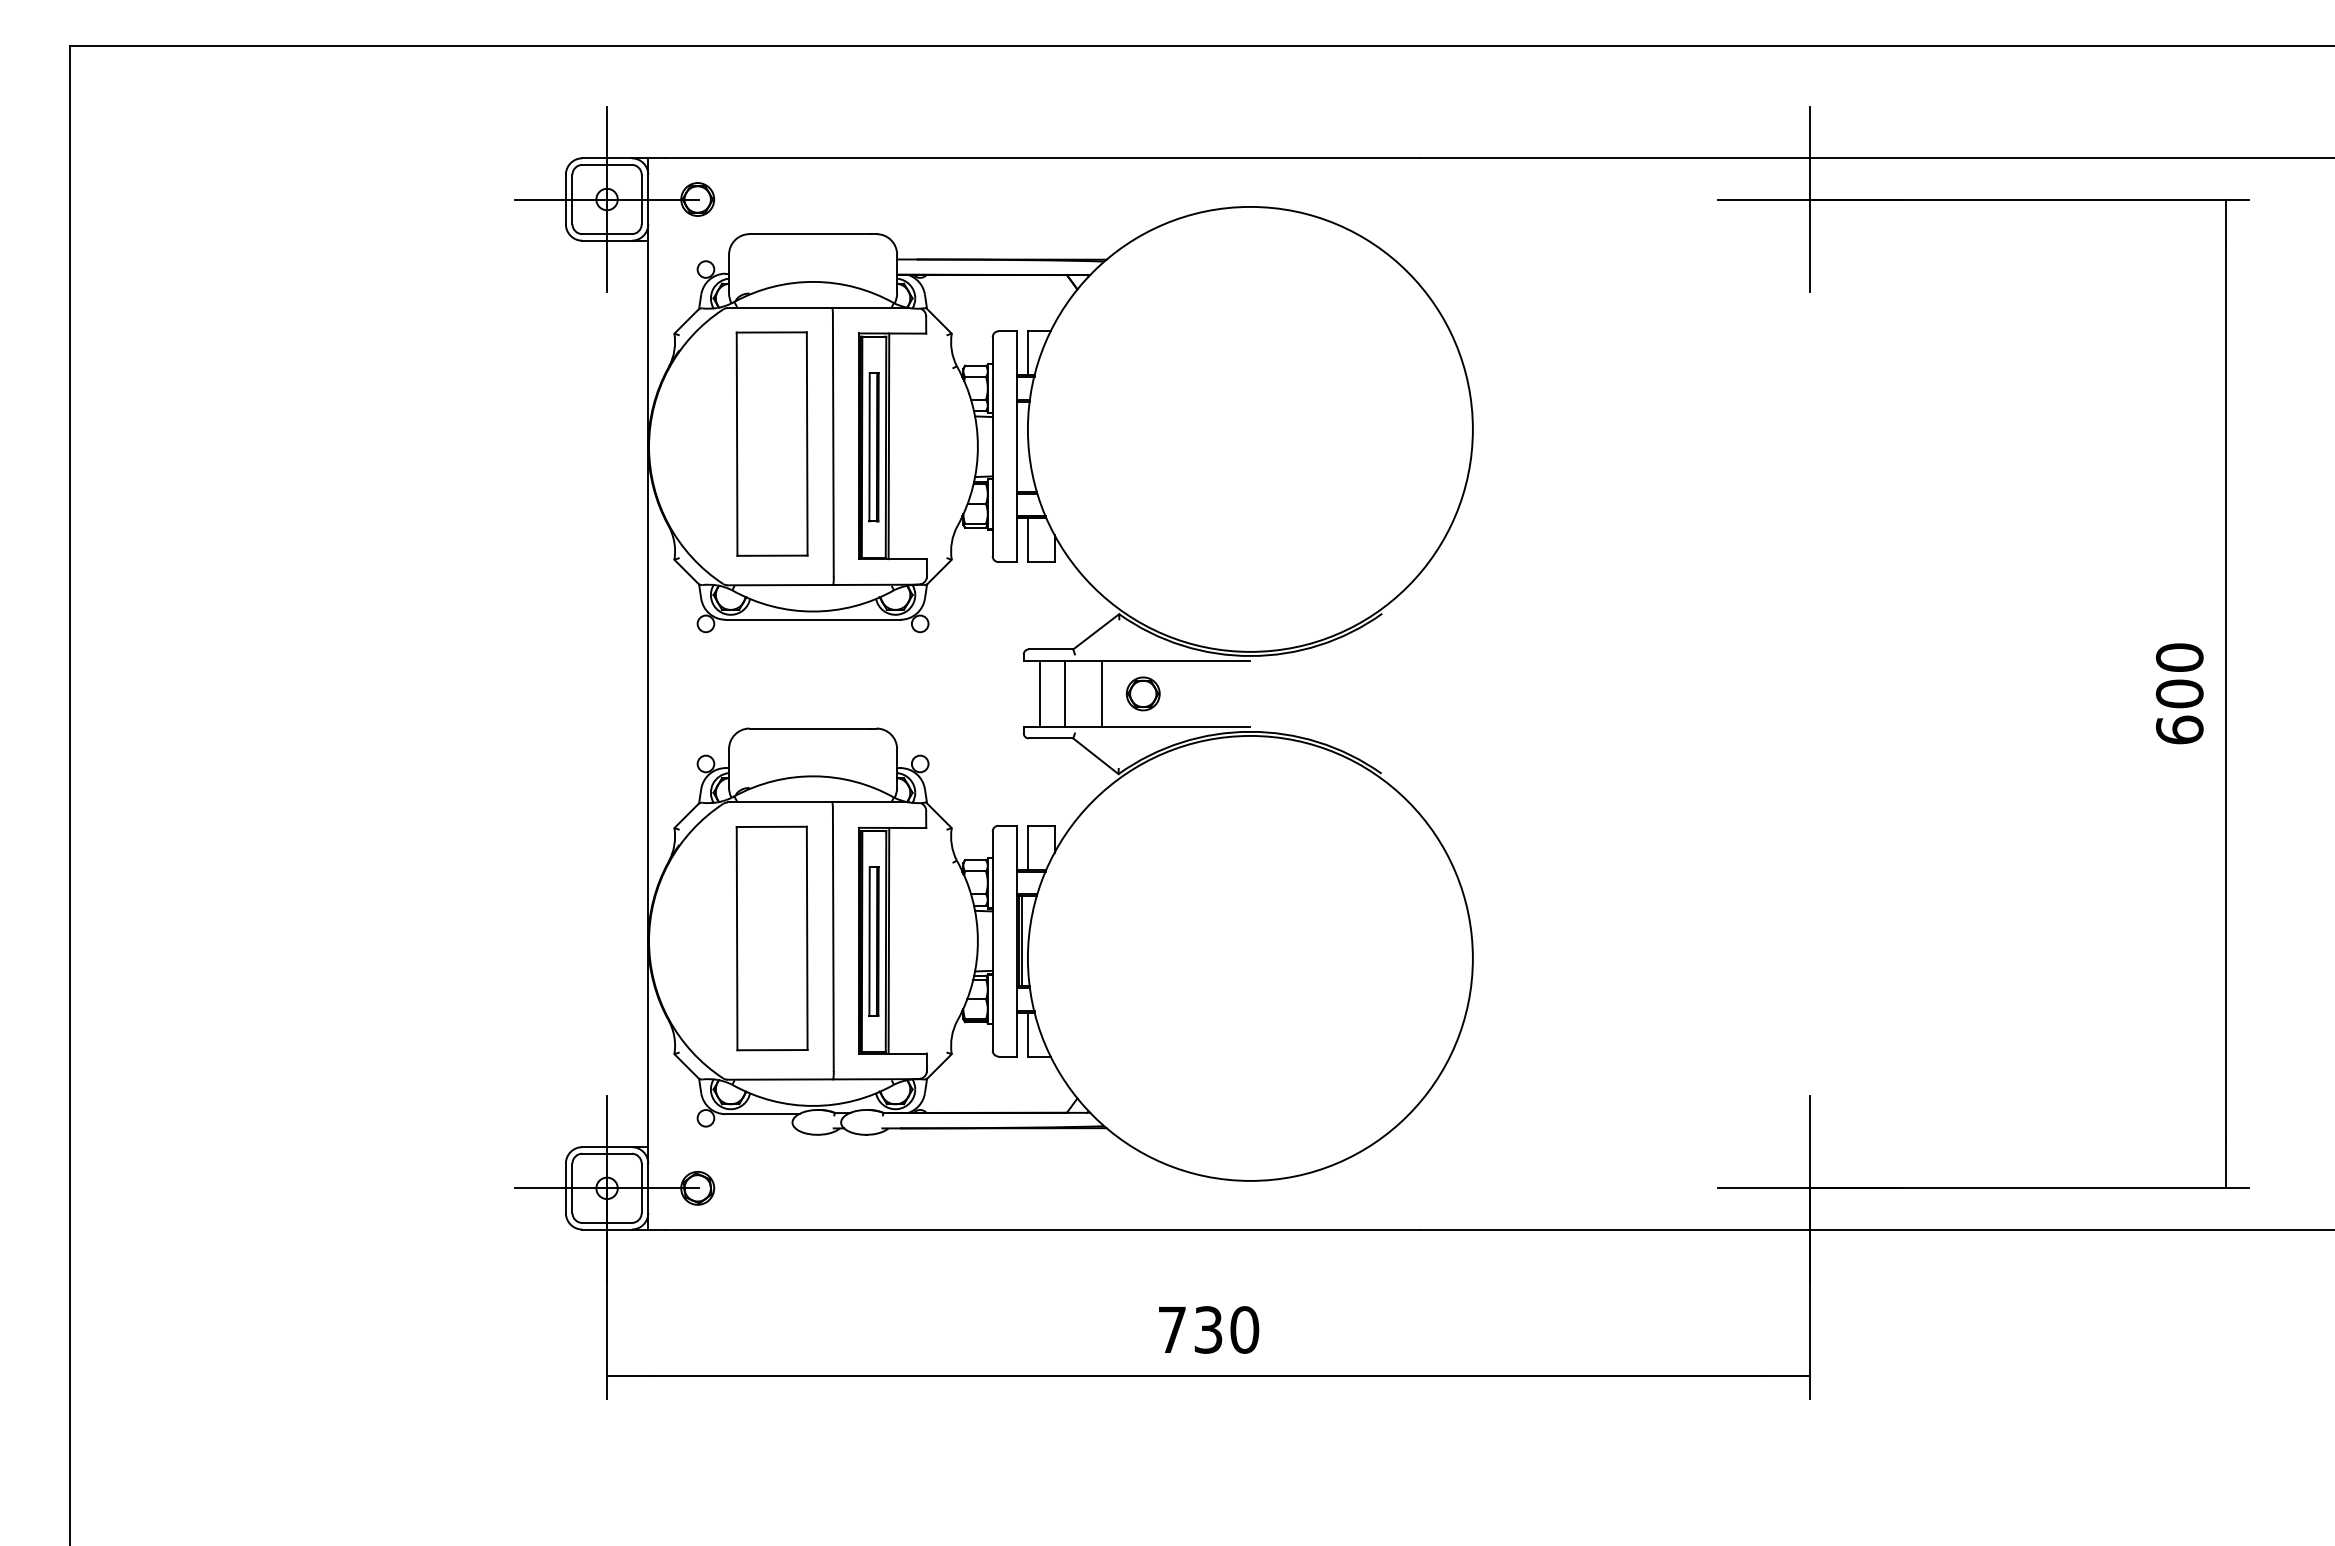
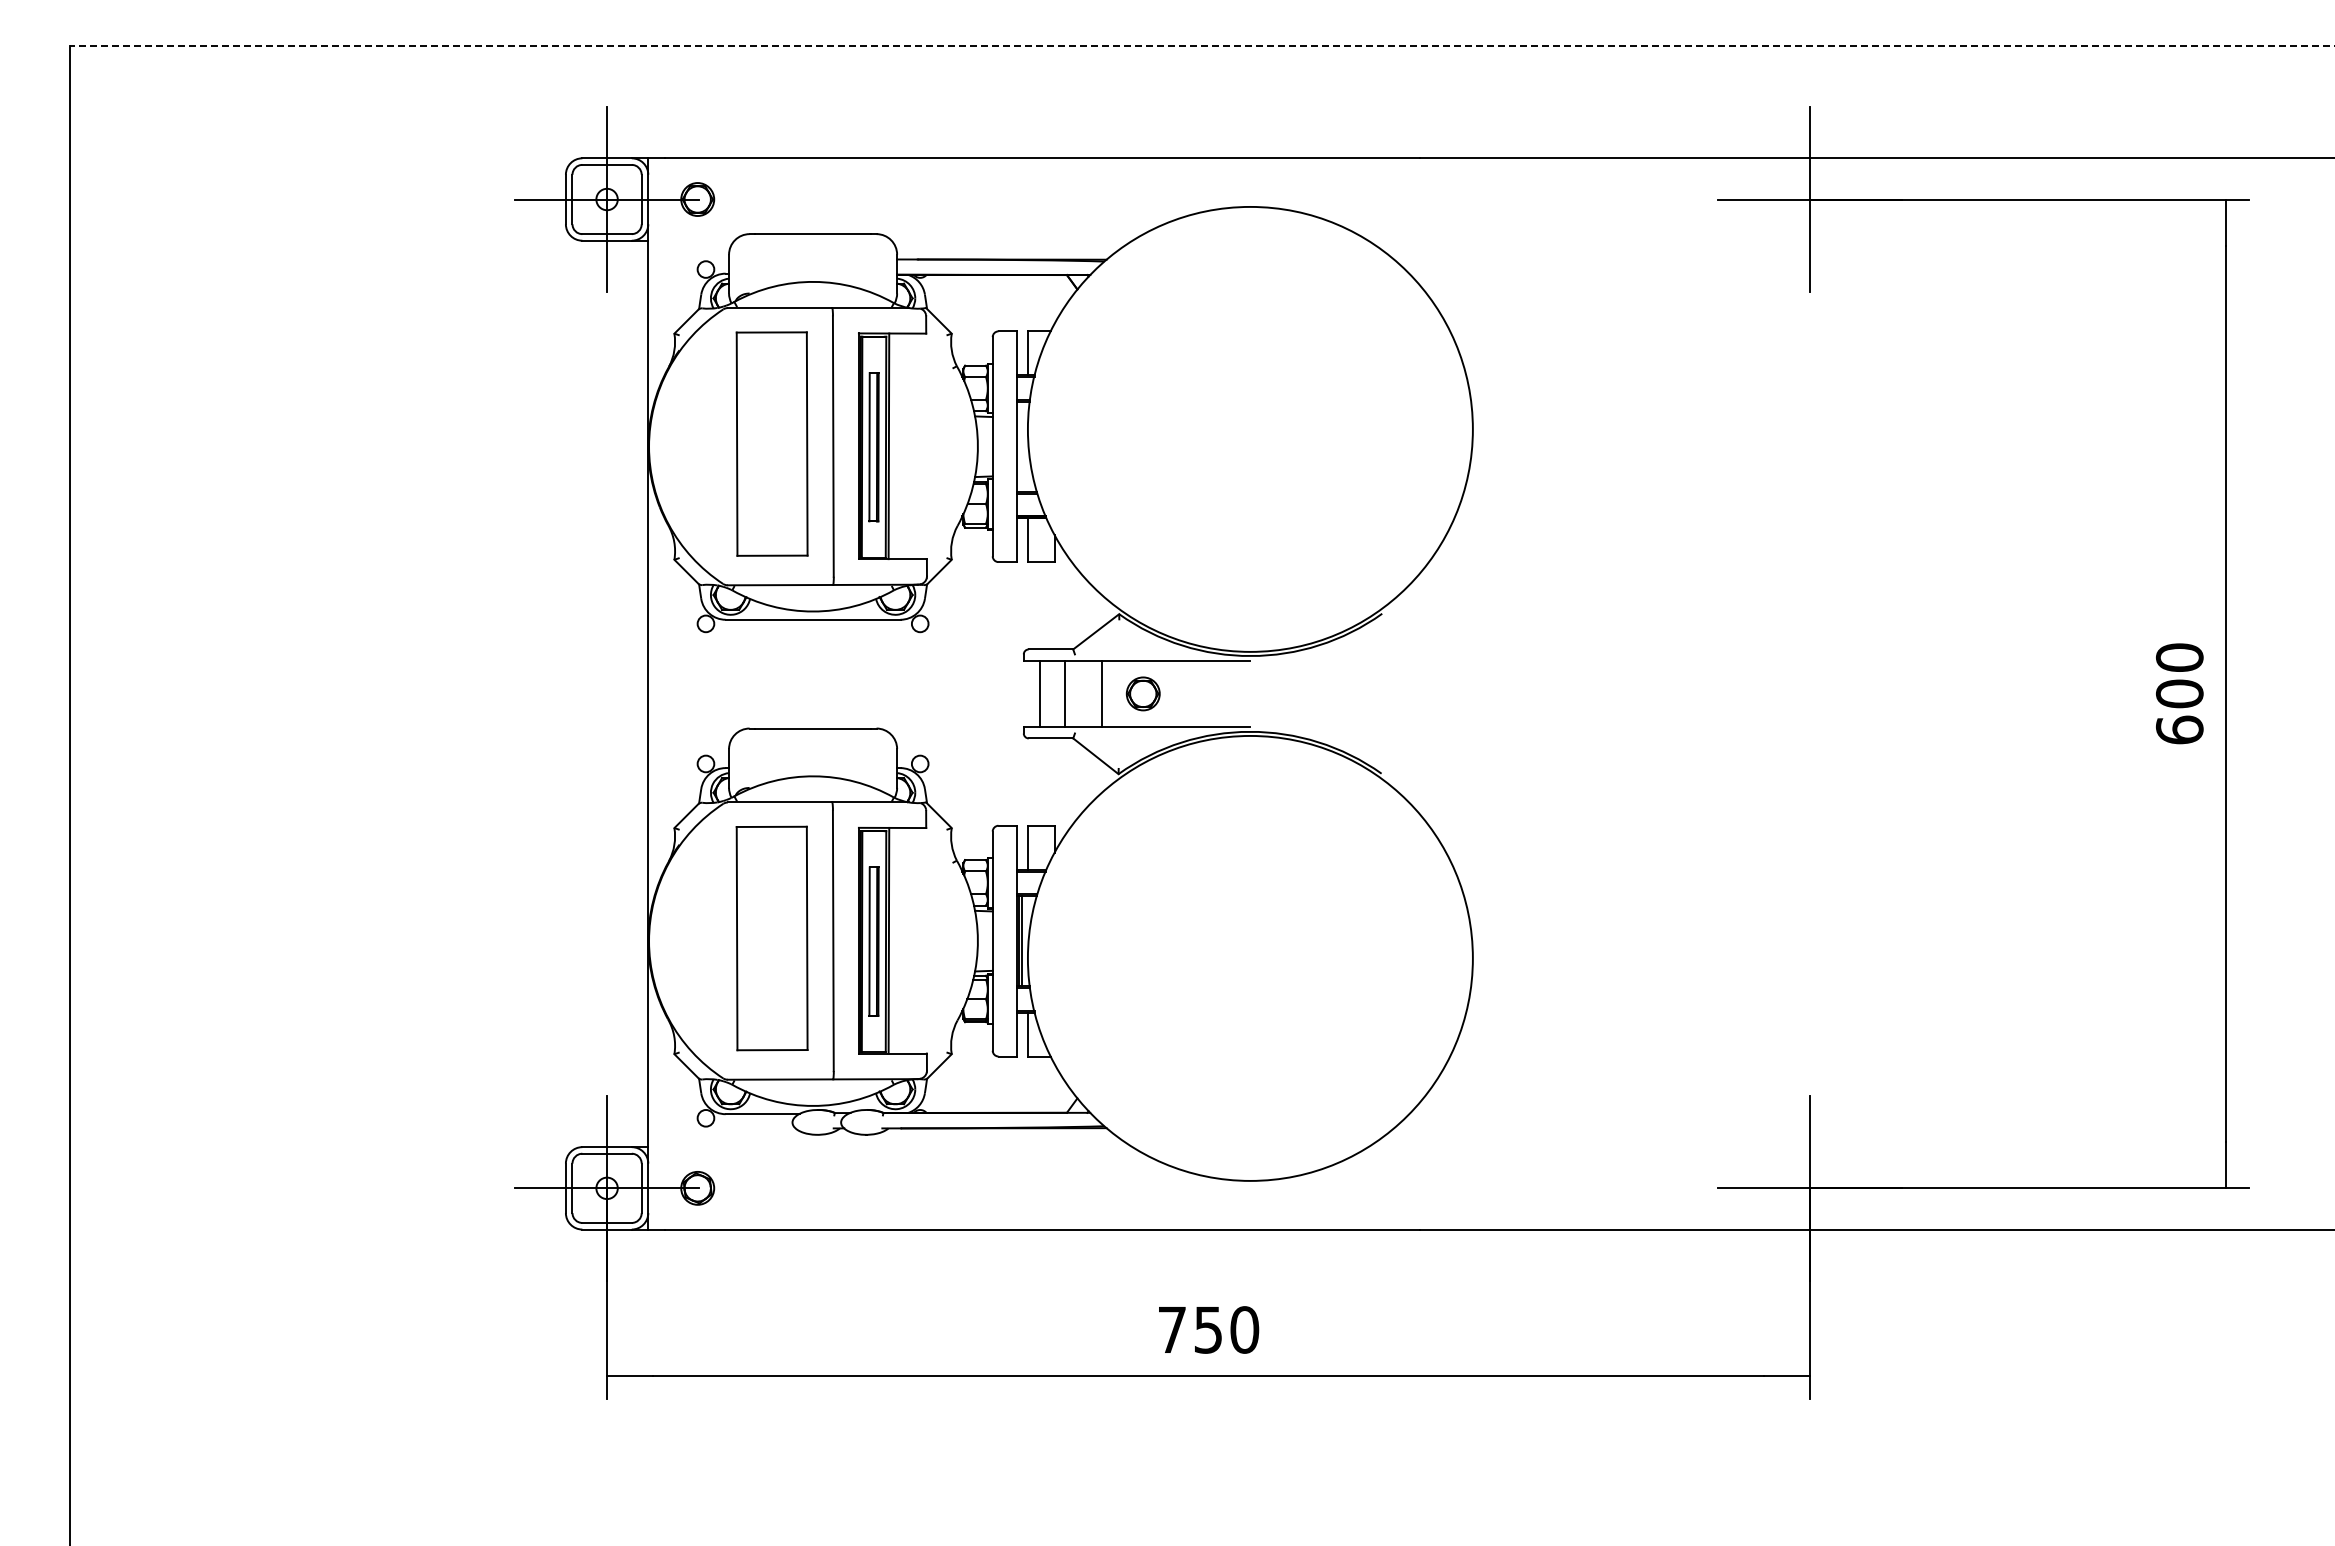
line at (1201, 46): solid -> dashed
text at (1208, 1329): 730 -> 750
